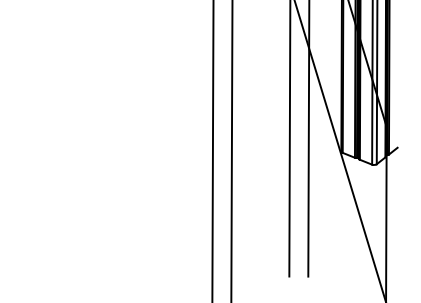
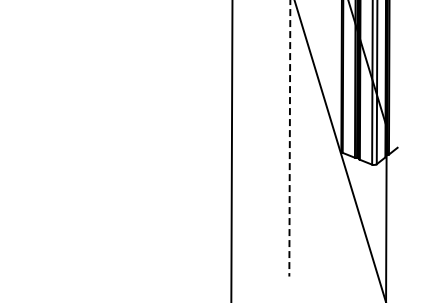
line at (289, 138): solid -> dashed
line at (308, 139): present -> none
line at (212, 150): present -> none
